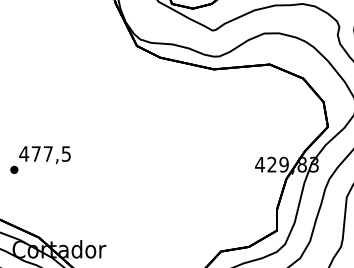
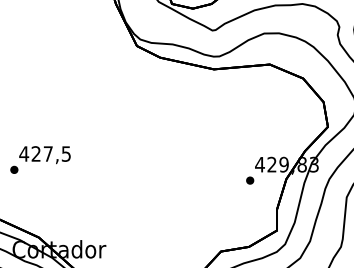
text at (35, 153): 477,5 -> 427,5
part at (250, 180): none -> present
